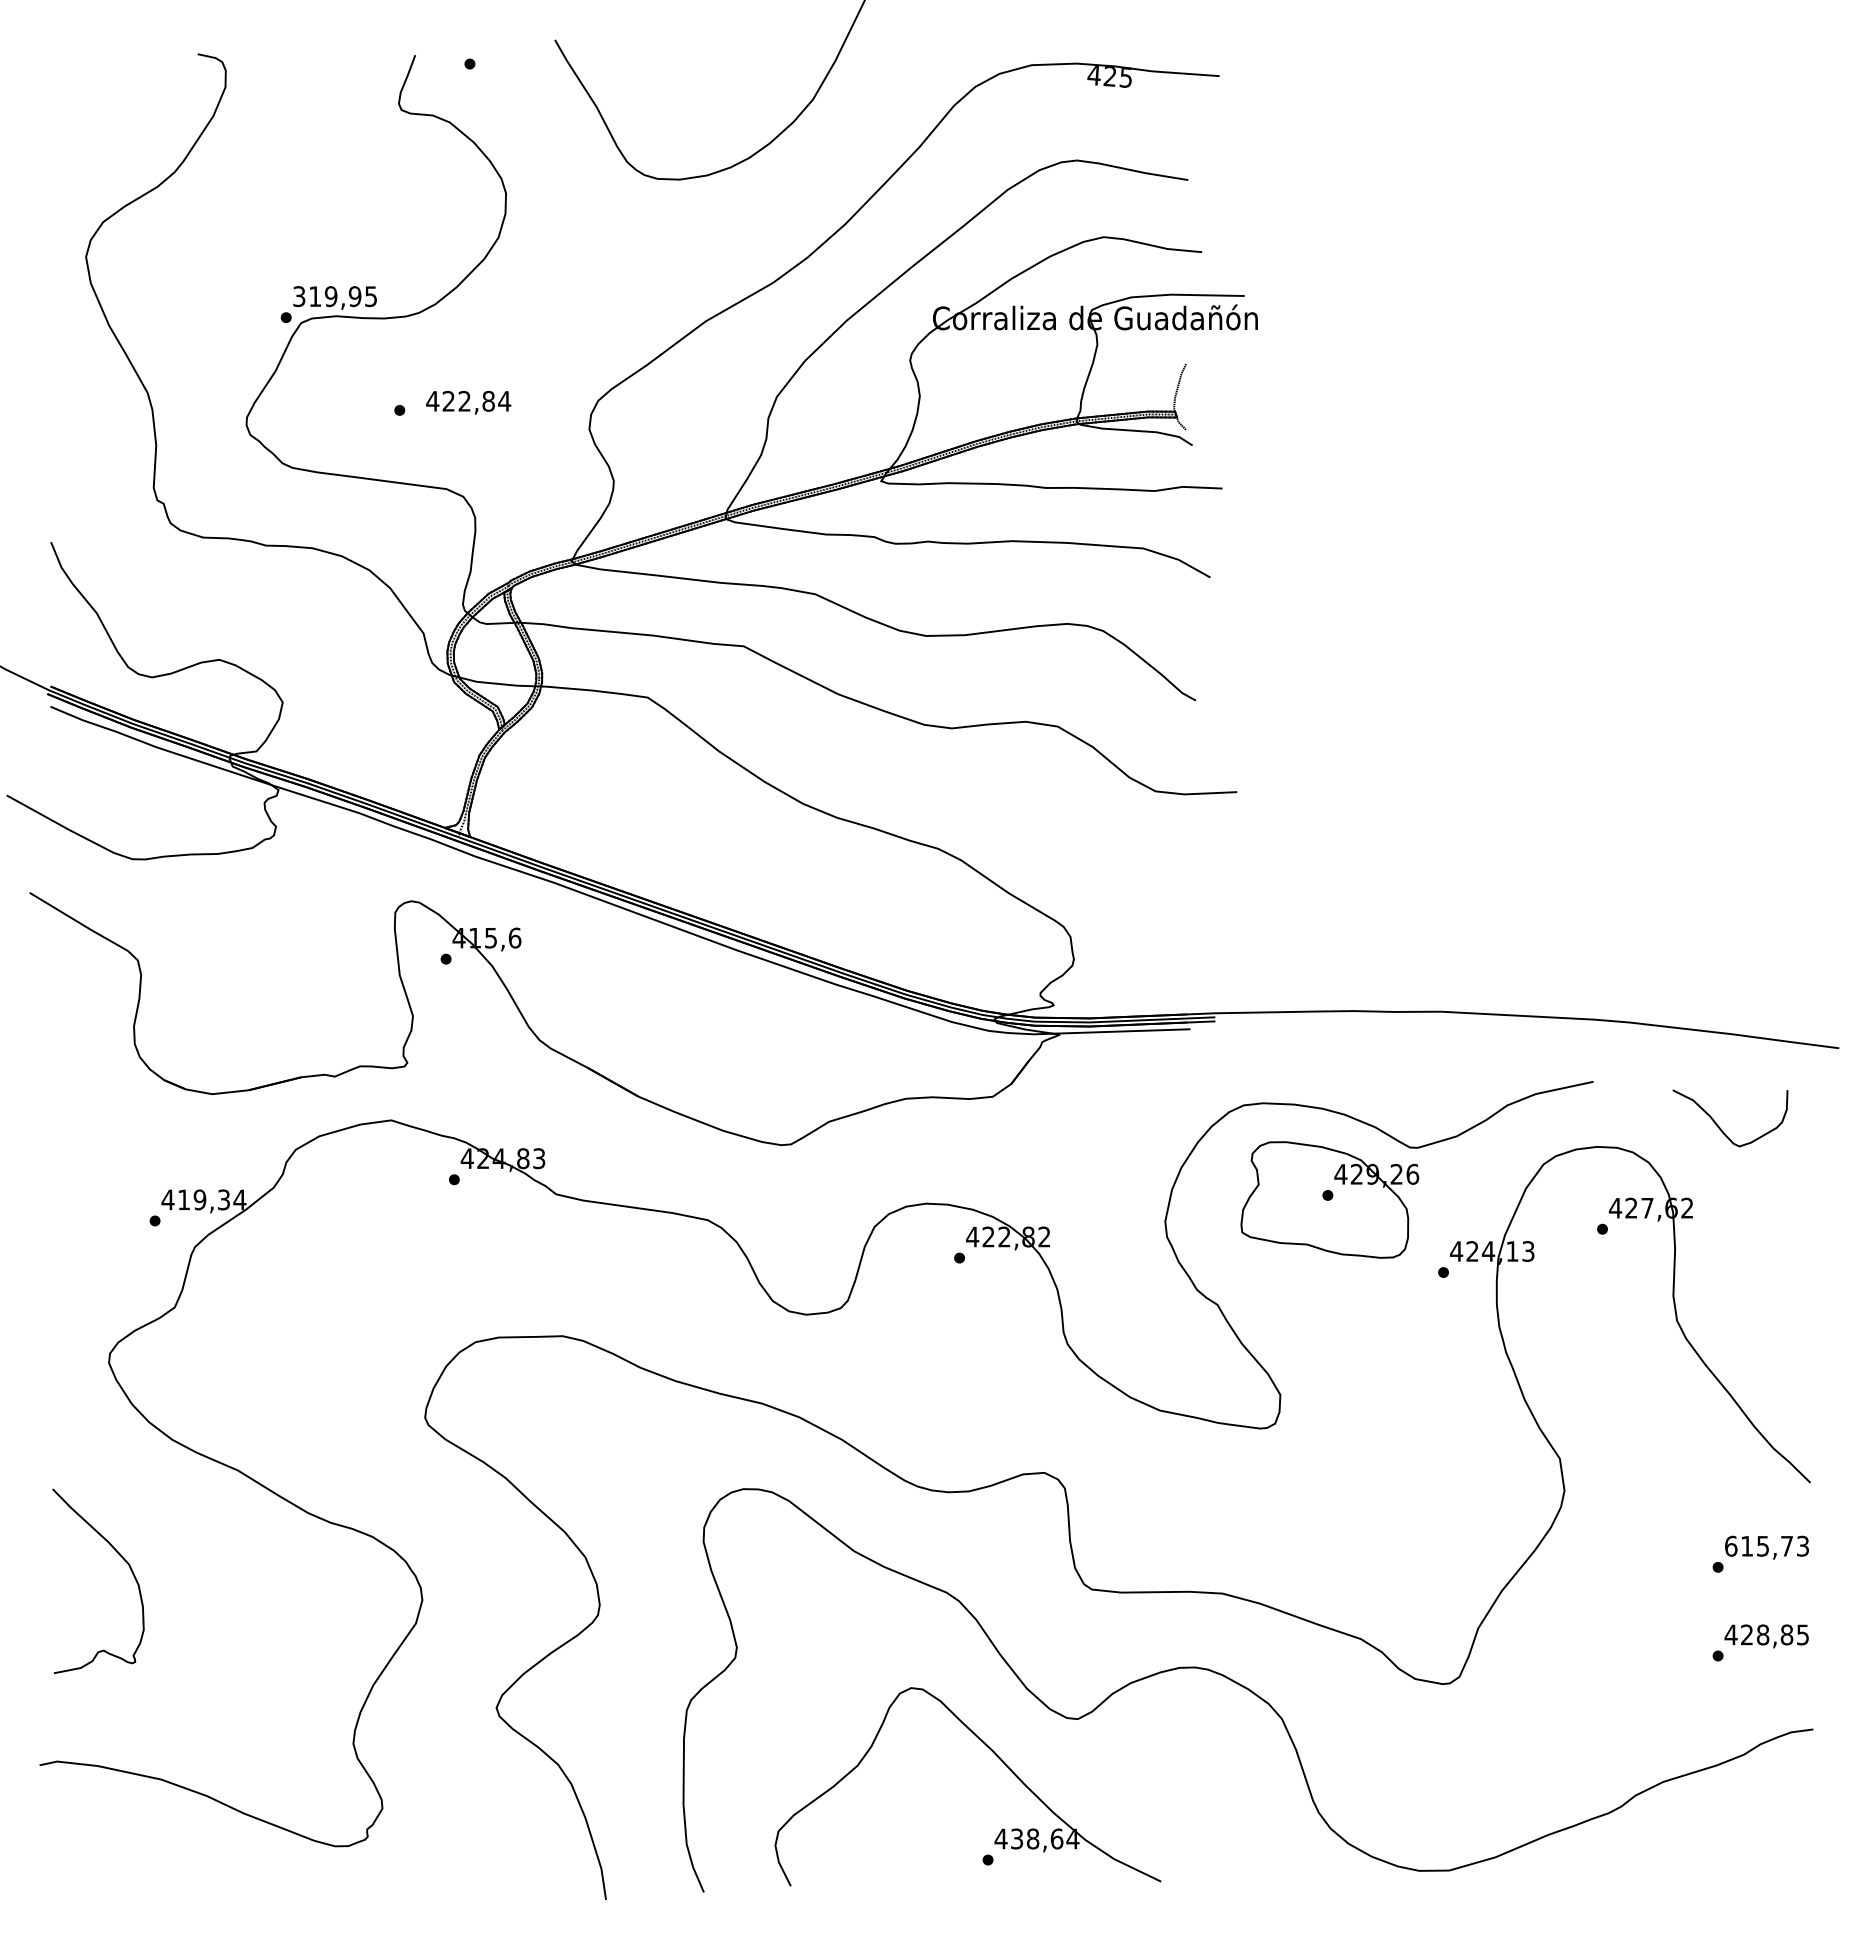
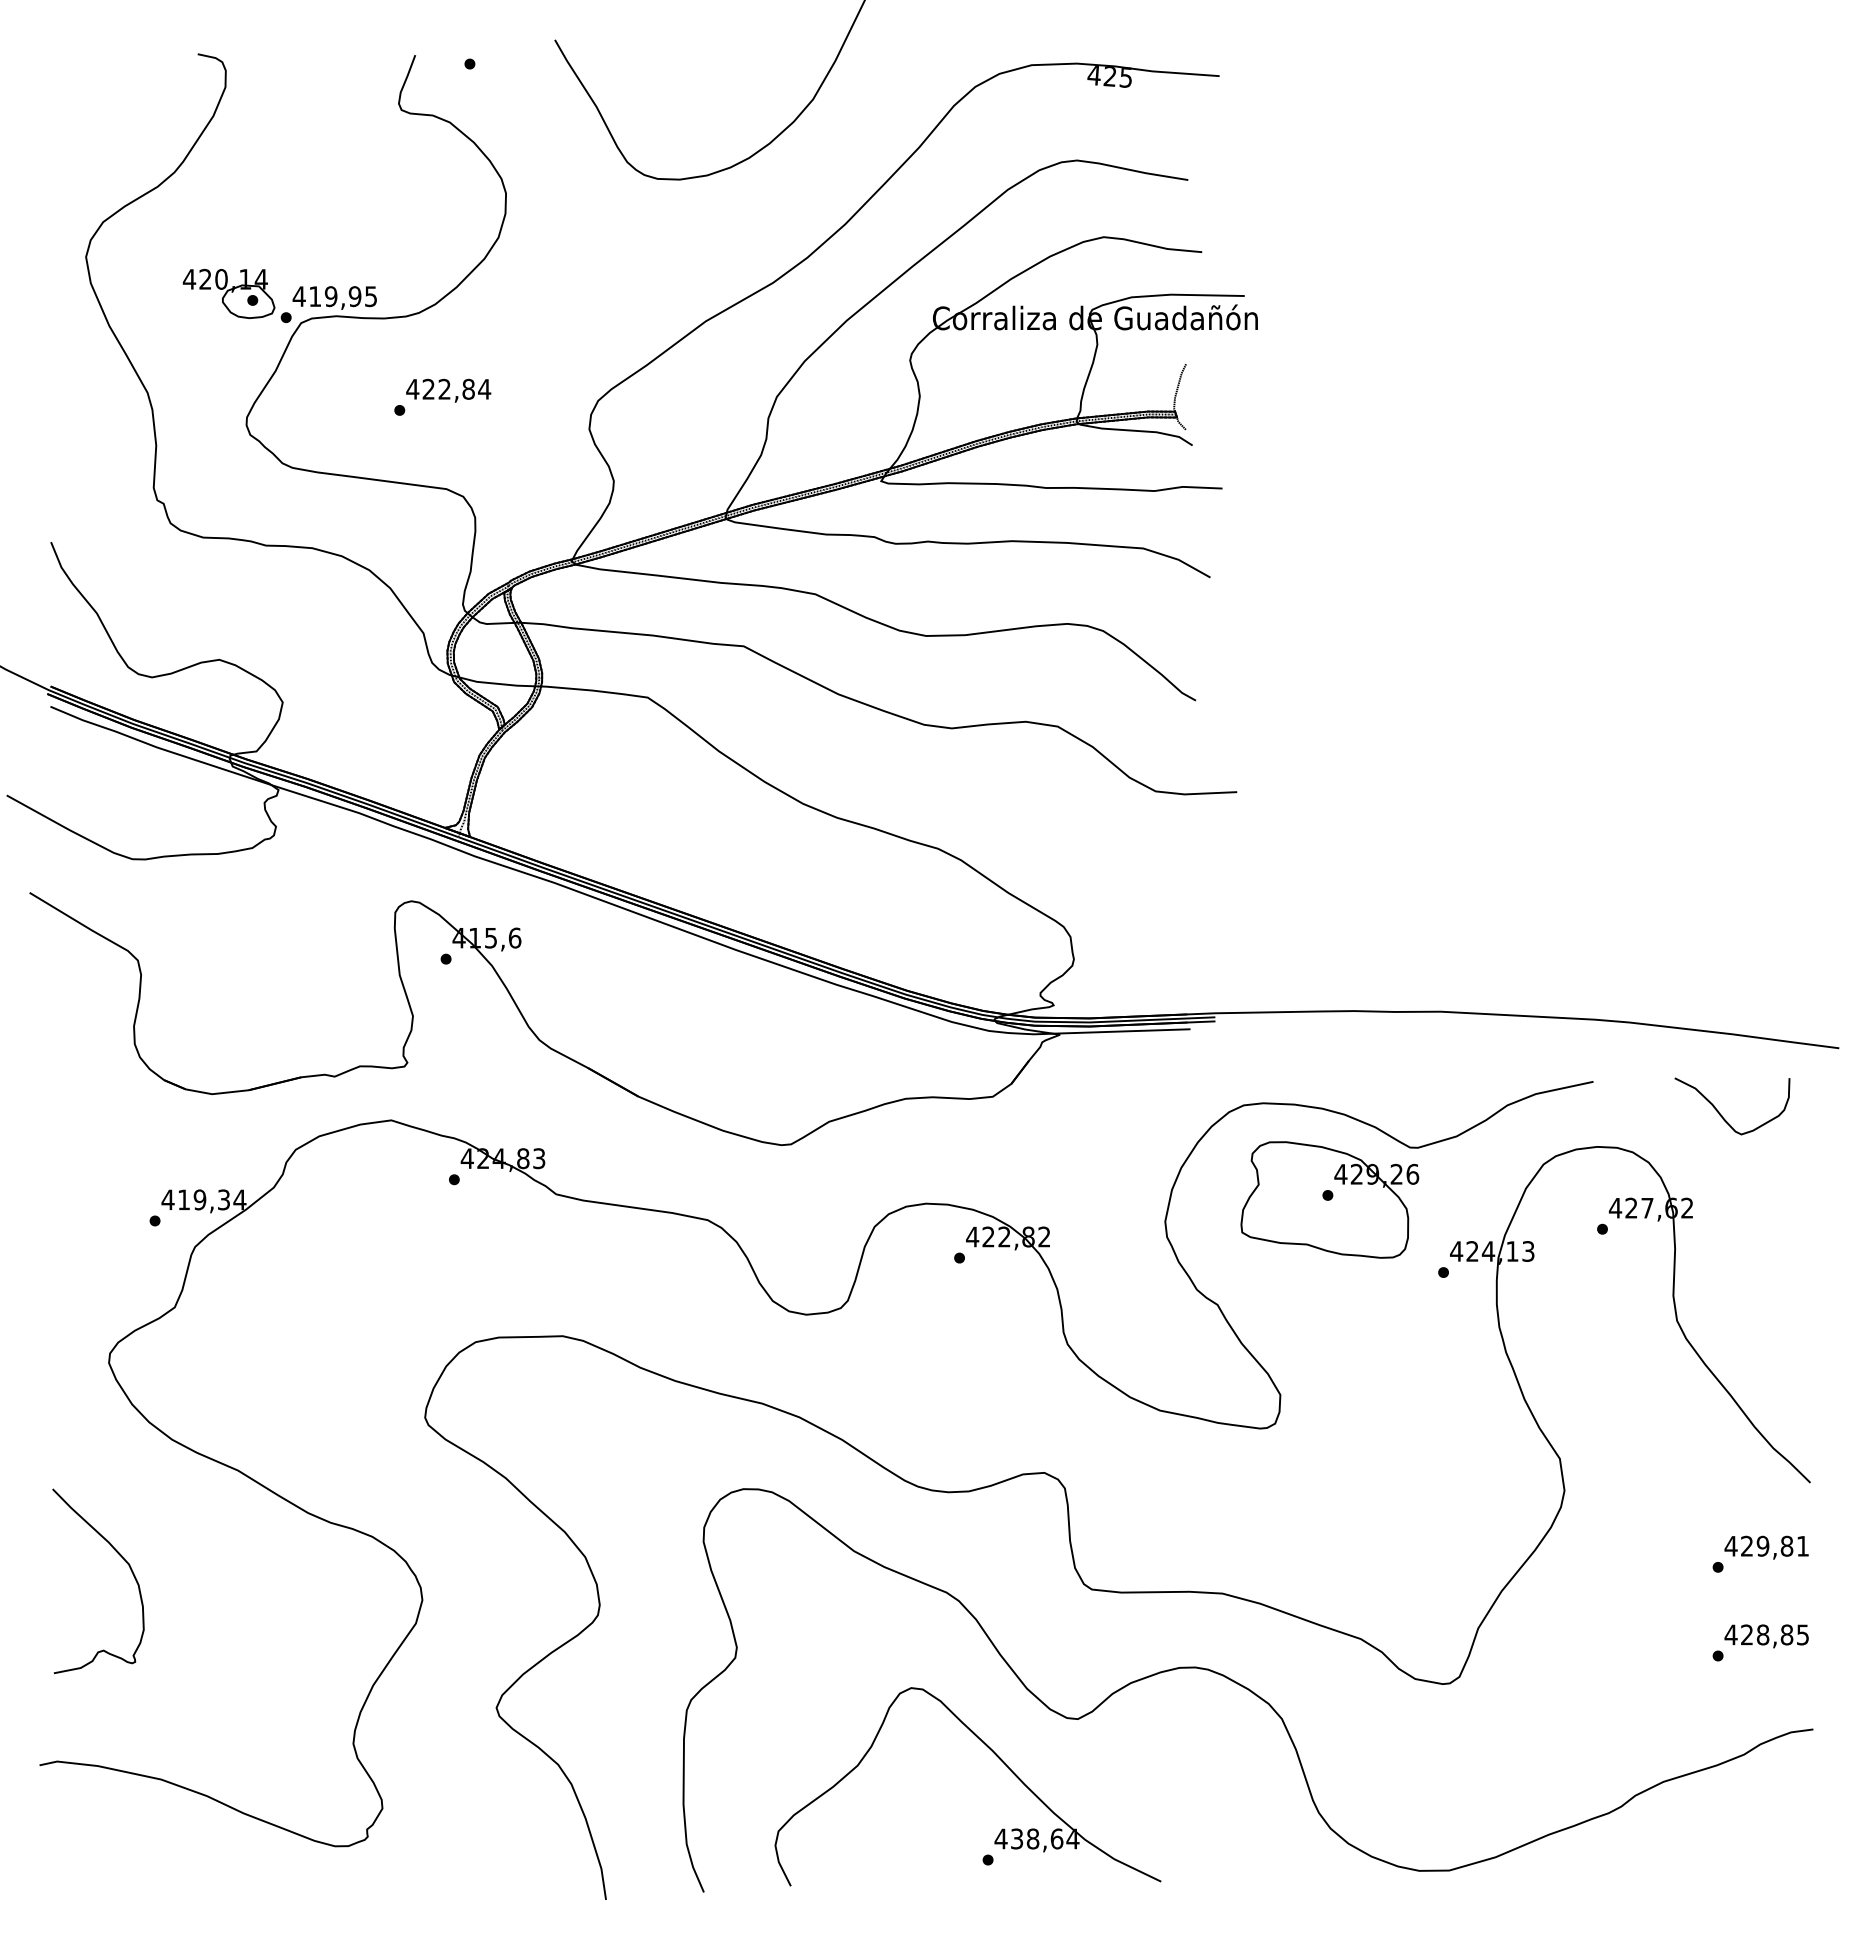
part at (228, 294): none -> present
text at (298, 296): 319,95 -> 419,95
text at (468, 402) position: (468, 402) -> (448, 390)
curve at (1720, 1127) position: (1720, 1127) -> (1722, 1115)
text at (1766, 1545): 615,73 -> 429,81
